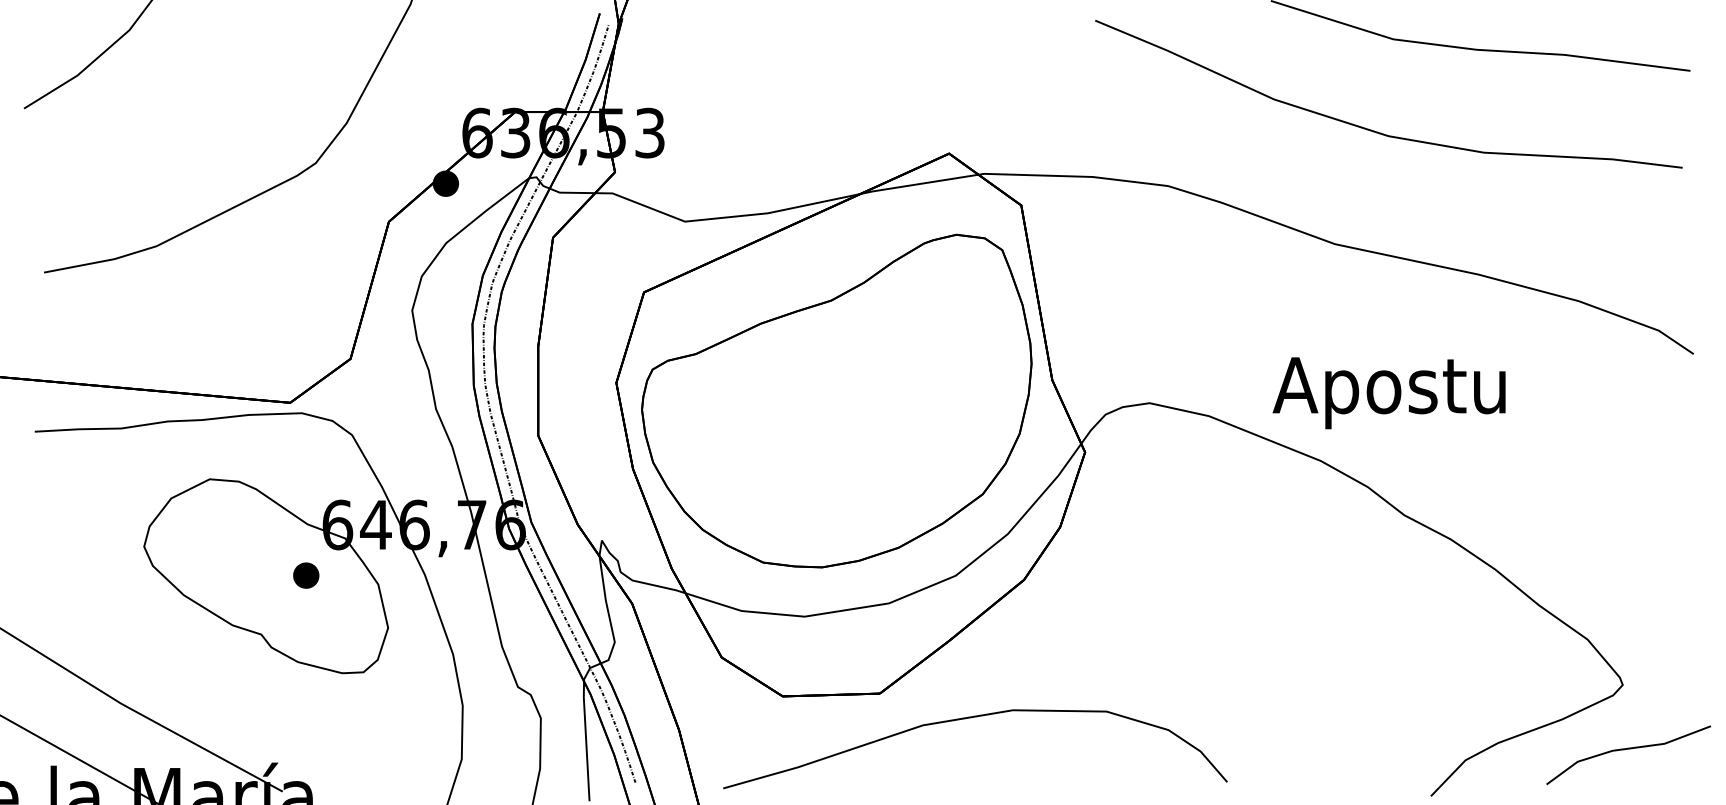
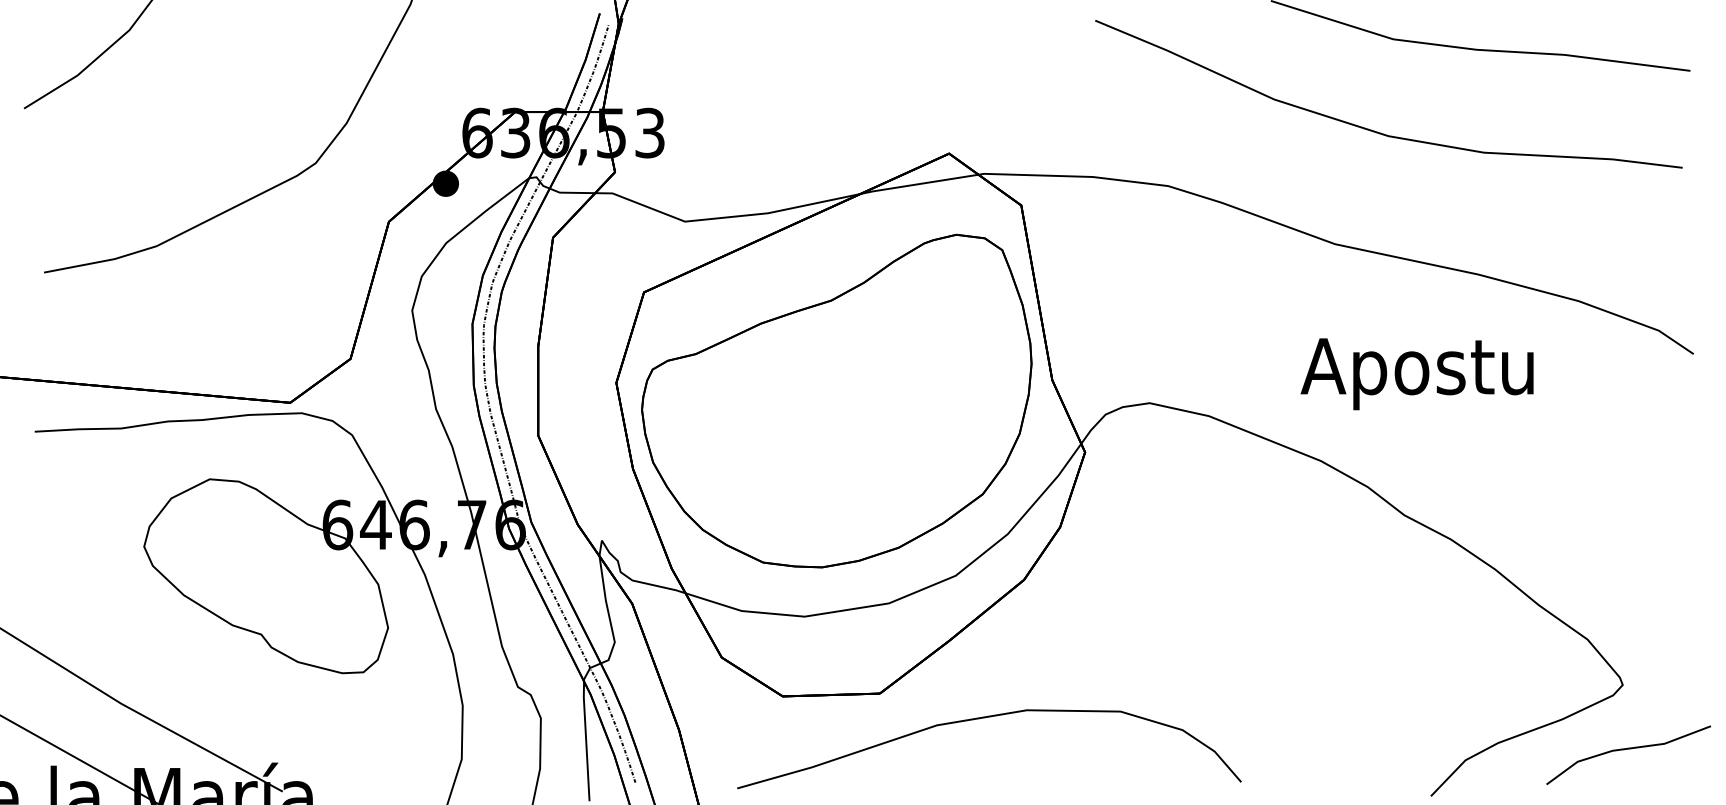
text at (1388, 393) position: (1388, 393) -> (1416, 374)
part at (306, 575): present -> none
curve at (971, 718) position: (971, 718) -> (985, 718)
